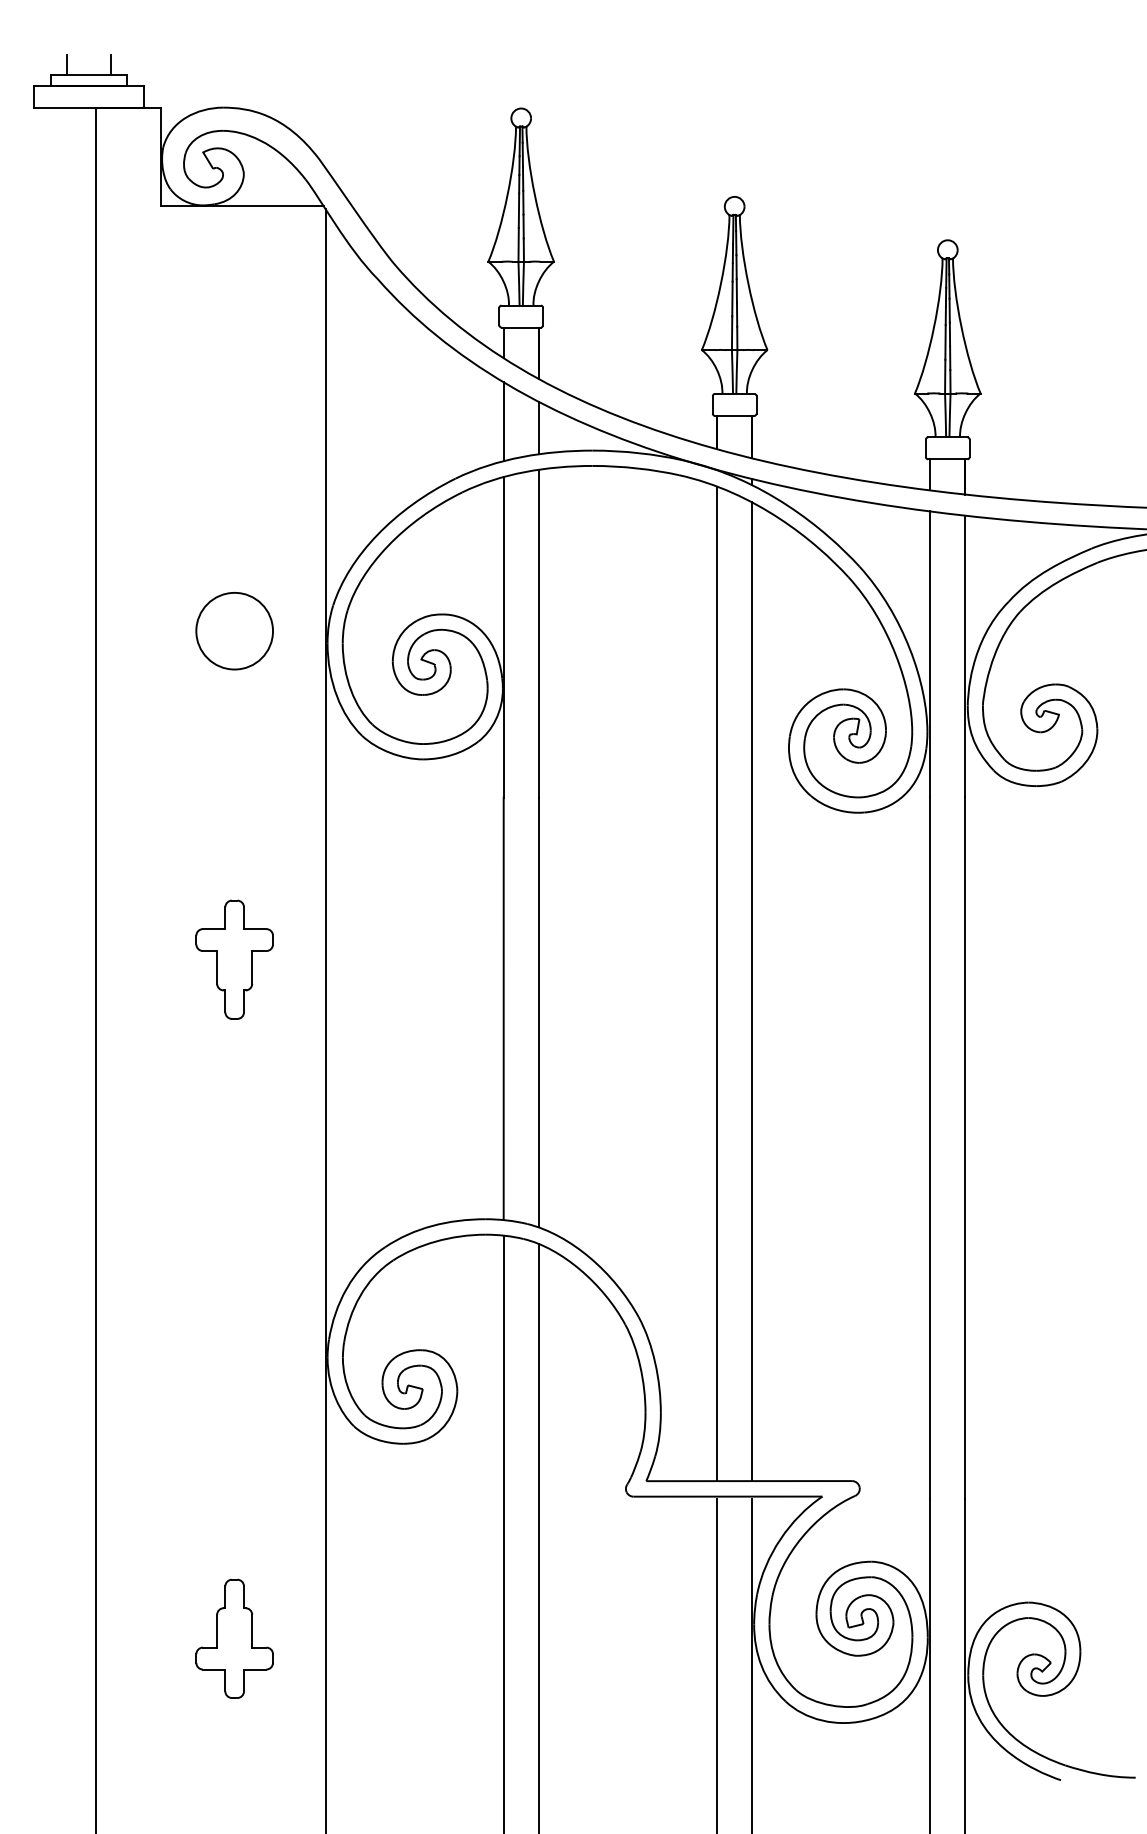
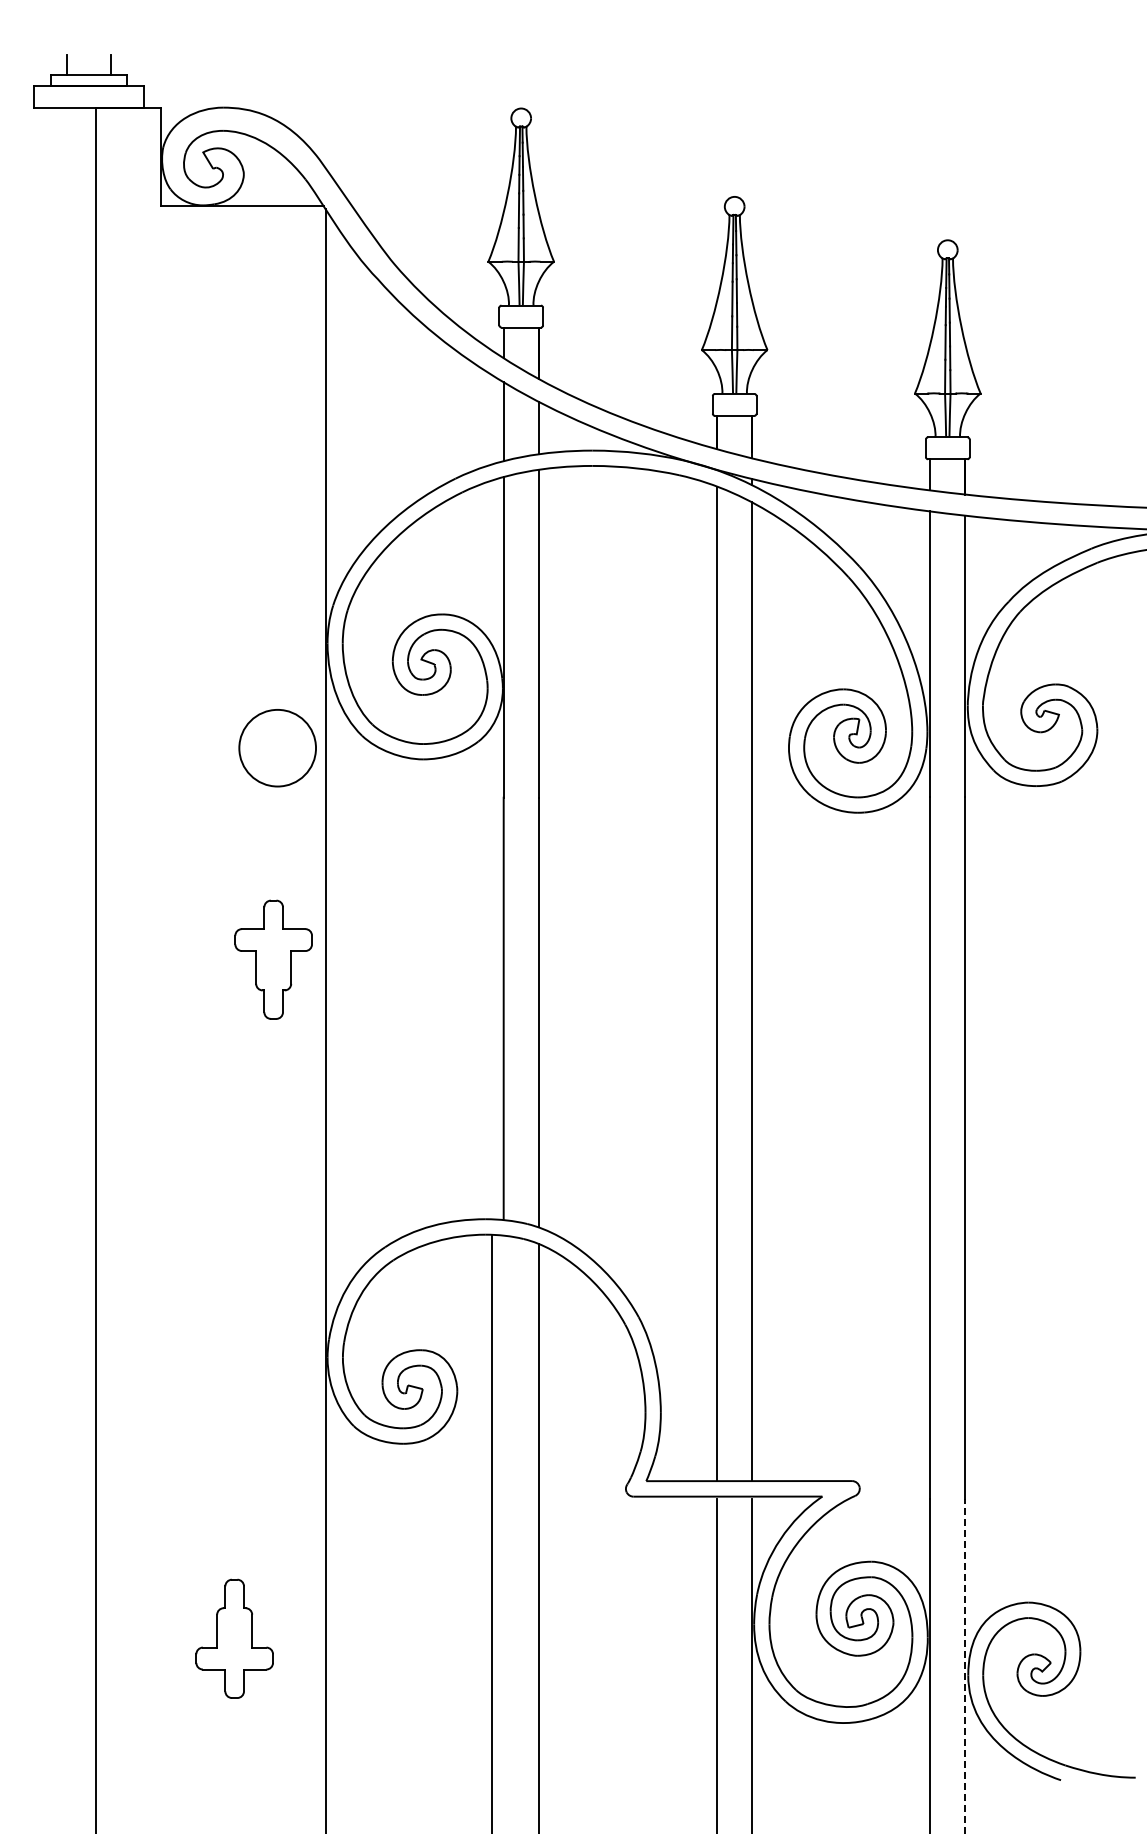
circle at (234, 631) position: (234, 631) -> (277, 748)
part at (234, 959) position: (234, 959) -> (273, 959)
line at (503, 1532) position: (503, 1532) -> (491, 1532)
line at (965, 1665): solid -> dashed
